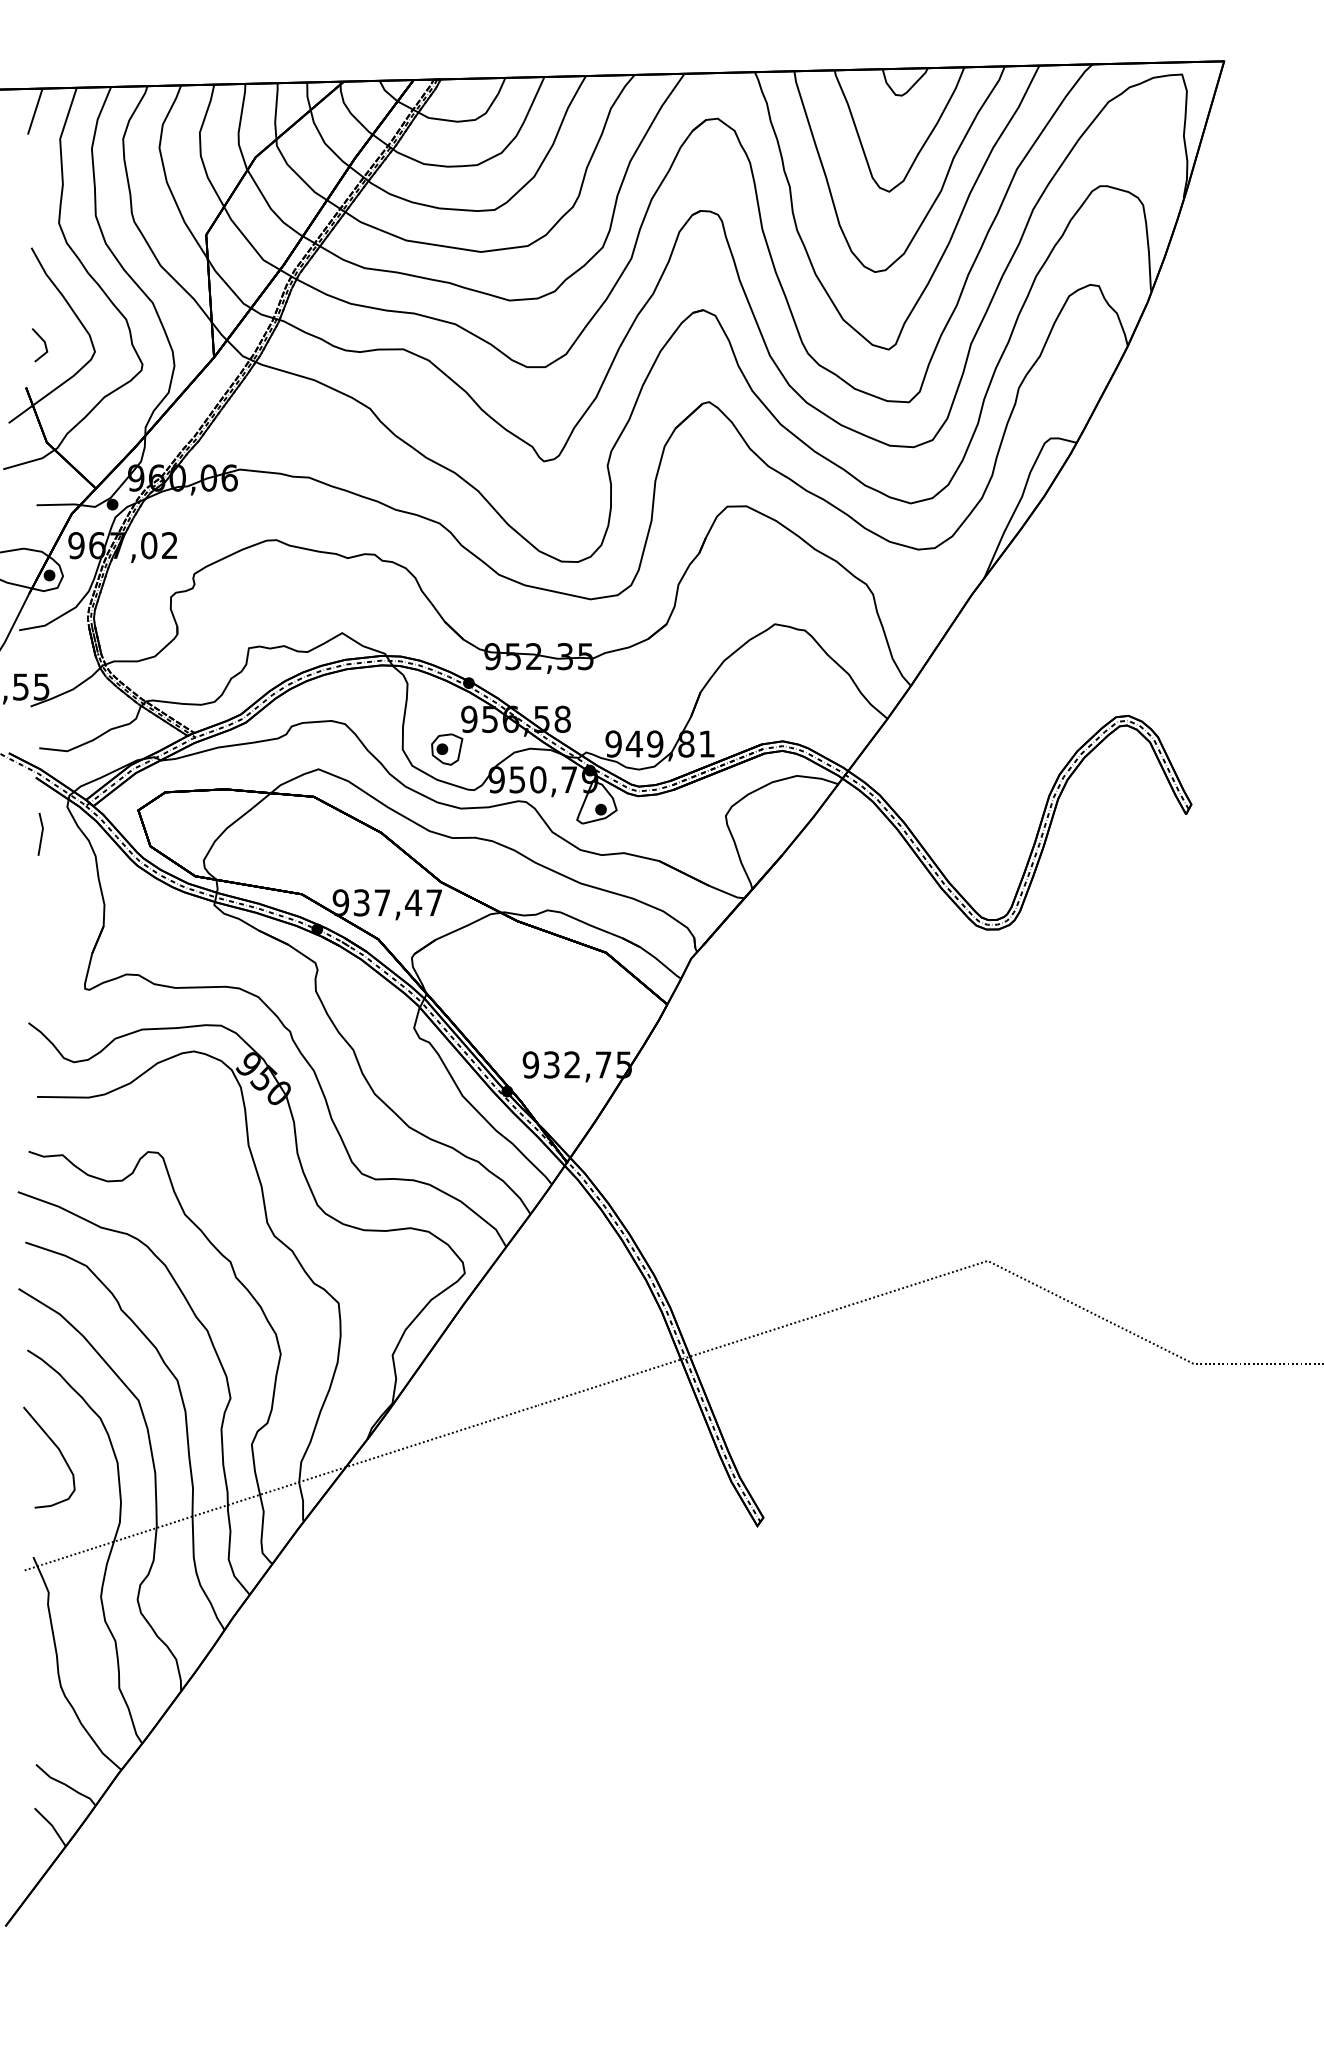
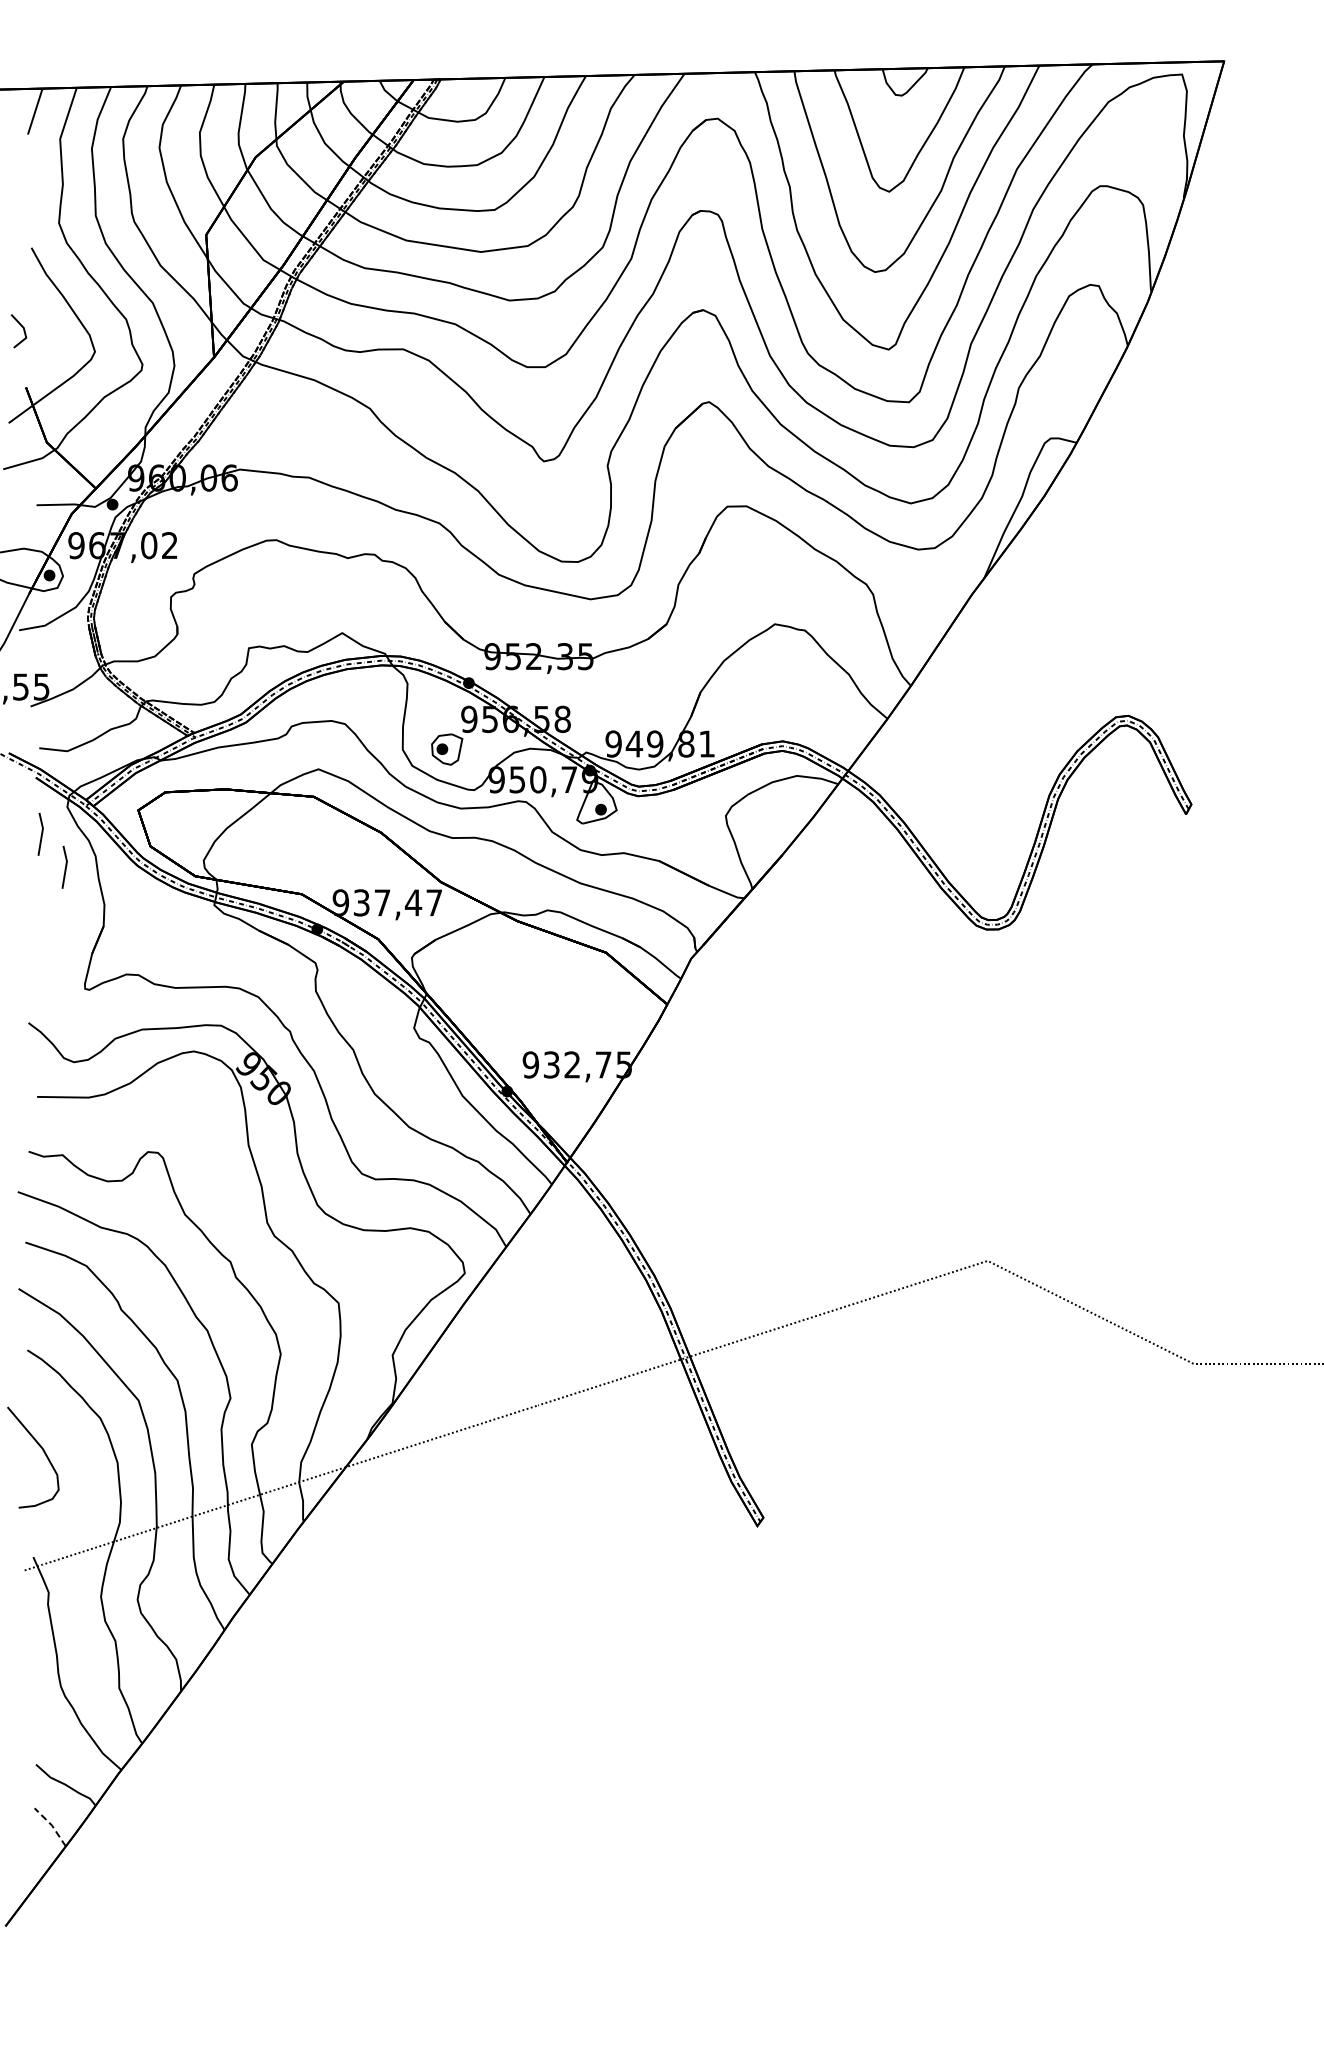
line at (43, 342) position: (43, 342) -> (22, 328)
line at (65, 866): none -> present
curve at (59, 1452) position: (59, 1452) -> (43, 1452)
line at (51, 1825): solid -> dashed
